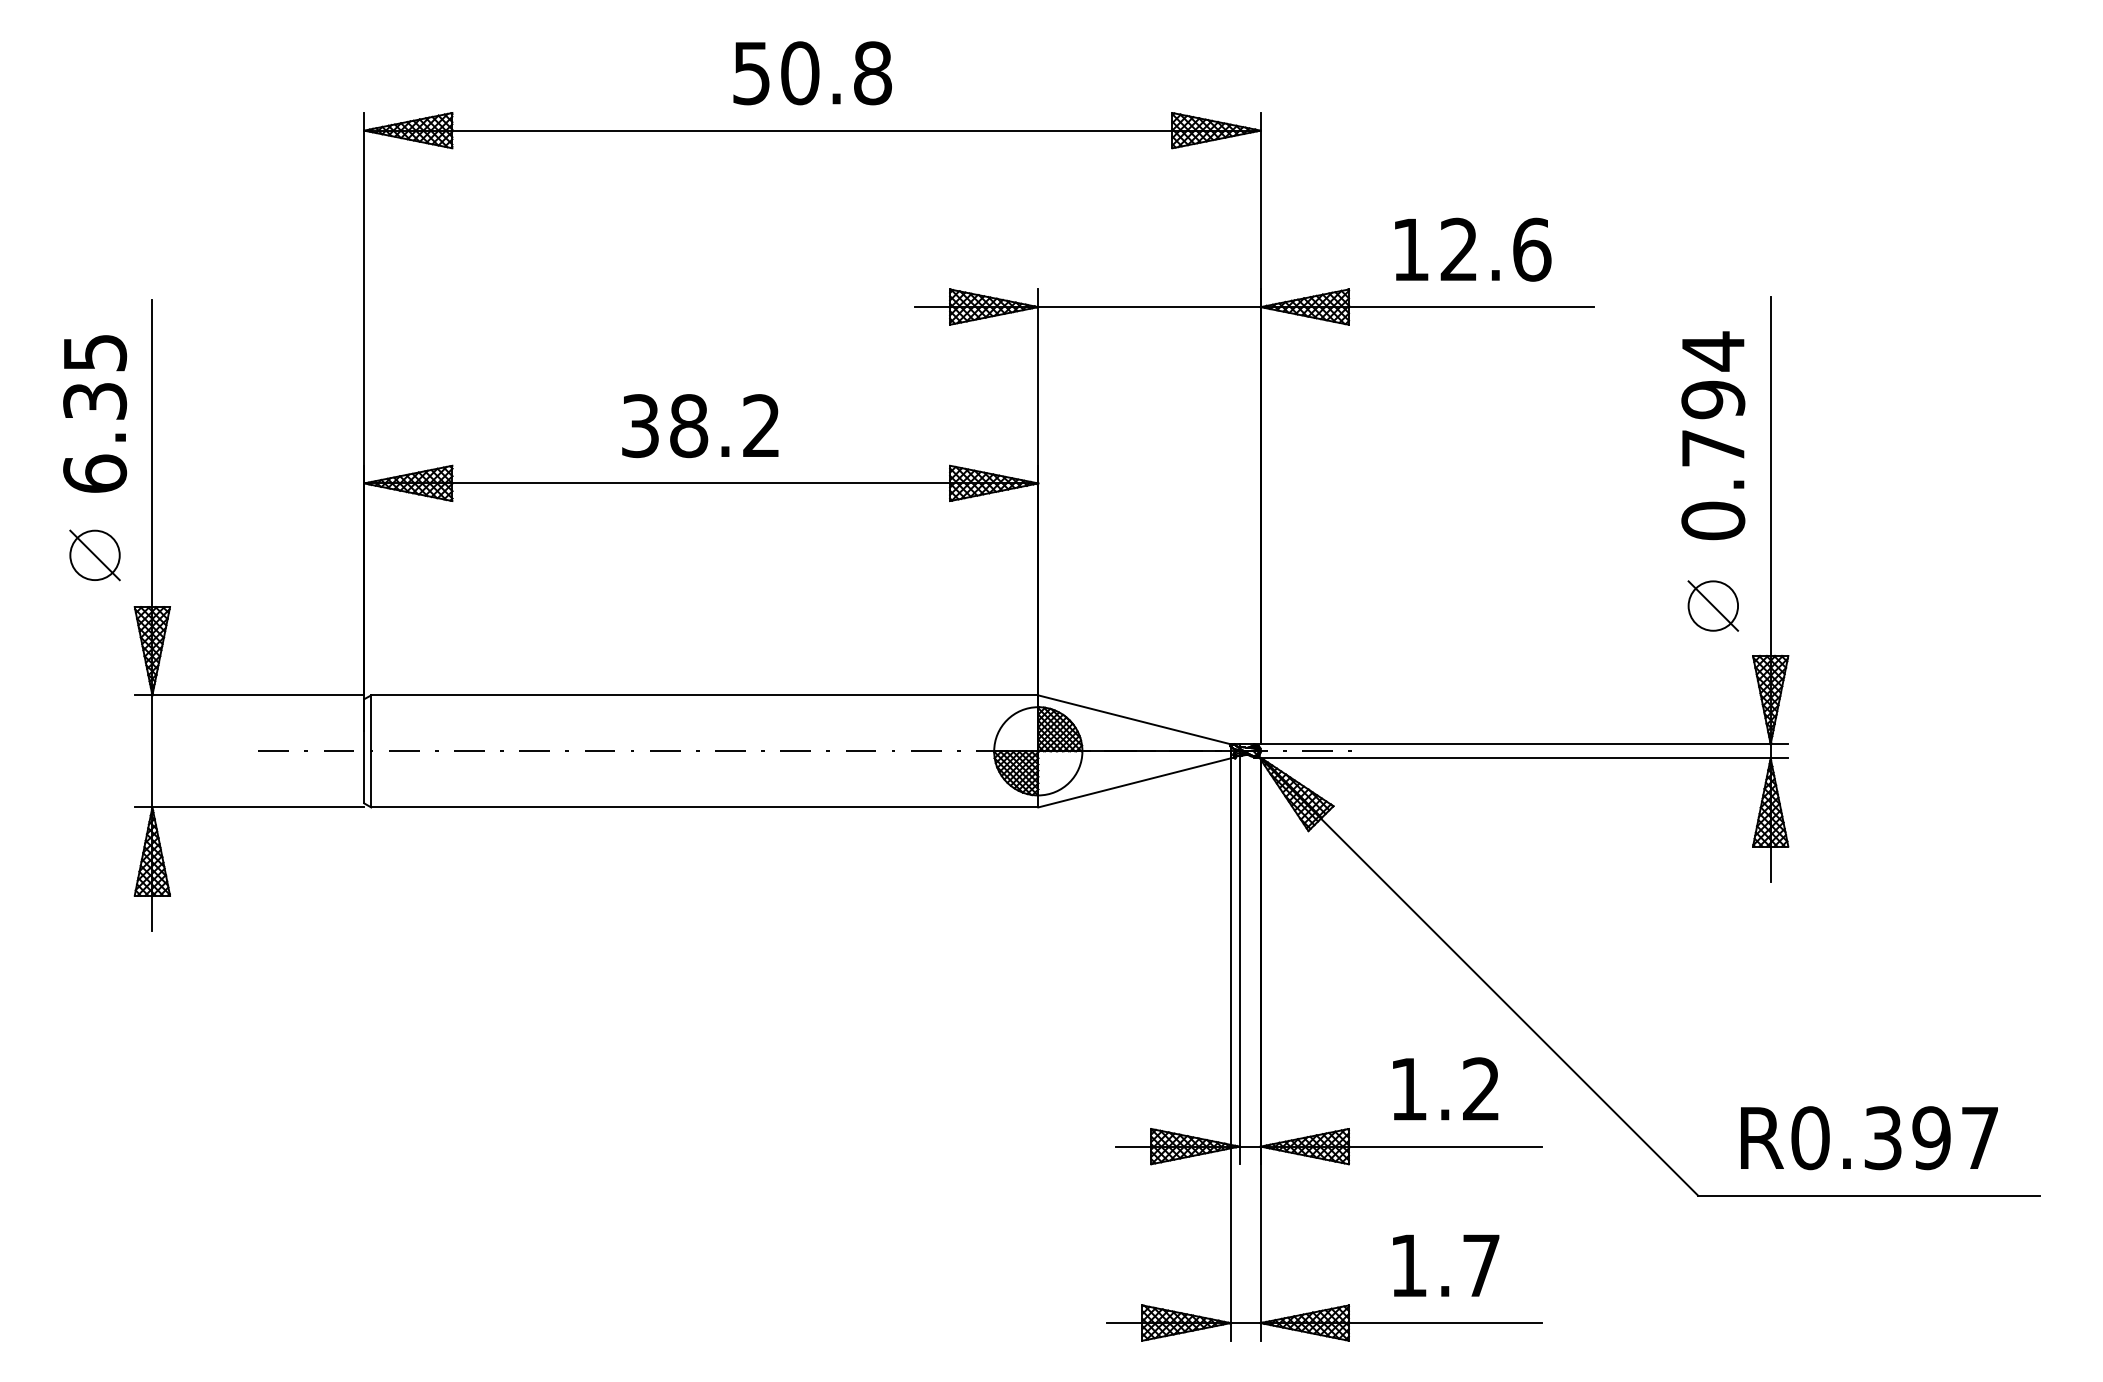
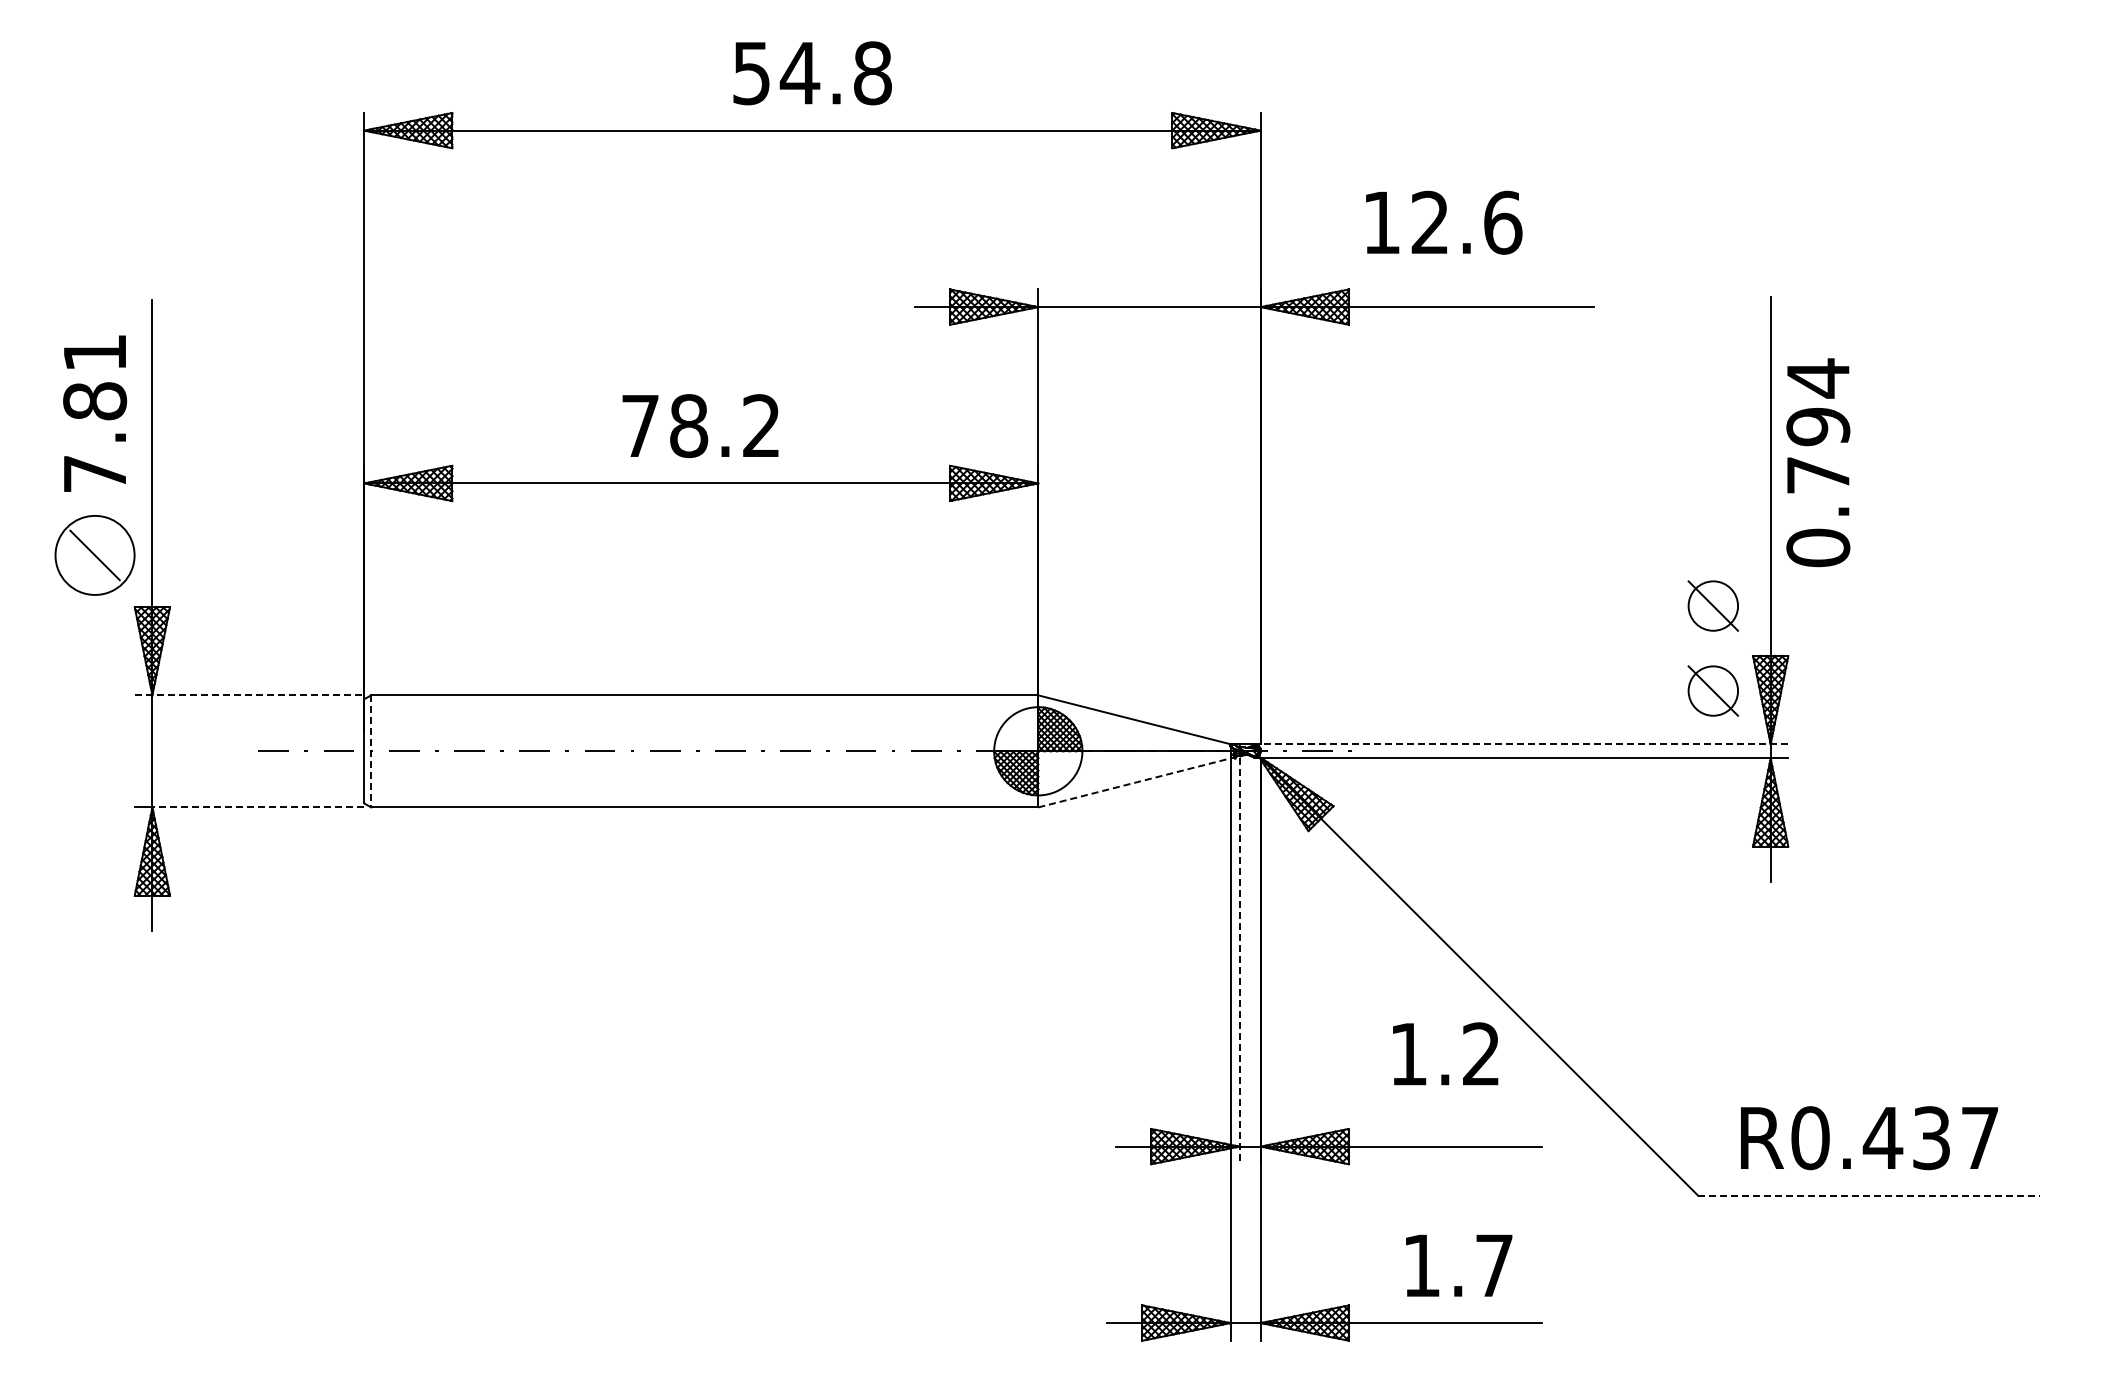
text at (799, 73): 50.8 -> 54.8
text at (1473, 249) position: (1473, 249) -> (1444, 222)
text at (95, 413): 6.35 -> 7.81
text at (640, 426): 38.2 -> 78.2
text at (1713, 435) position: (1713, 435) -> (1818, 462)
circle at (94, 555) diameter: 49 px -> 79 px
part at (1713, 690): none -> present
line at (249, 695): solid -> dashed
line at (1520, 744): solid -> dashed
line at (371, 751): solid -> dashed
line at (1134, 782): solid -> dashed
line at (258, 807): solid -> dashed
line at (1239, 961): solid -> dashed
text at (1445, 1088) position: (1445, 1088) -> (1445, 1053)
text at (1906, 1138): R0.397 -> R0.437
line at (1869, 1195): solid -> dashed
text at (1446, 1265) position: (1446, 1265) -> (1459, 1265)
